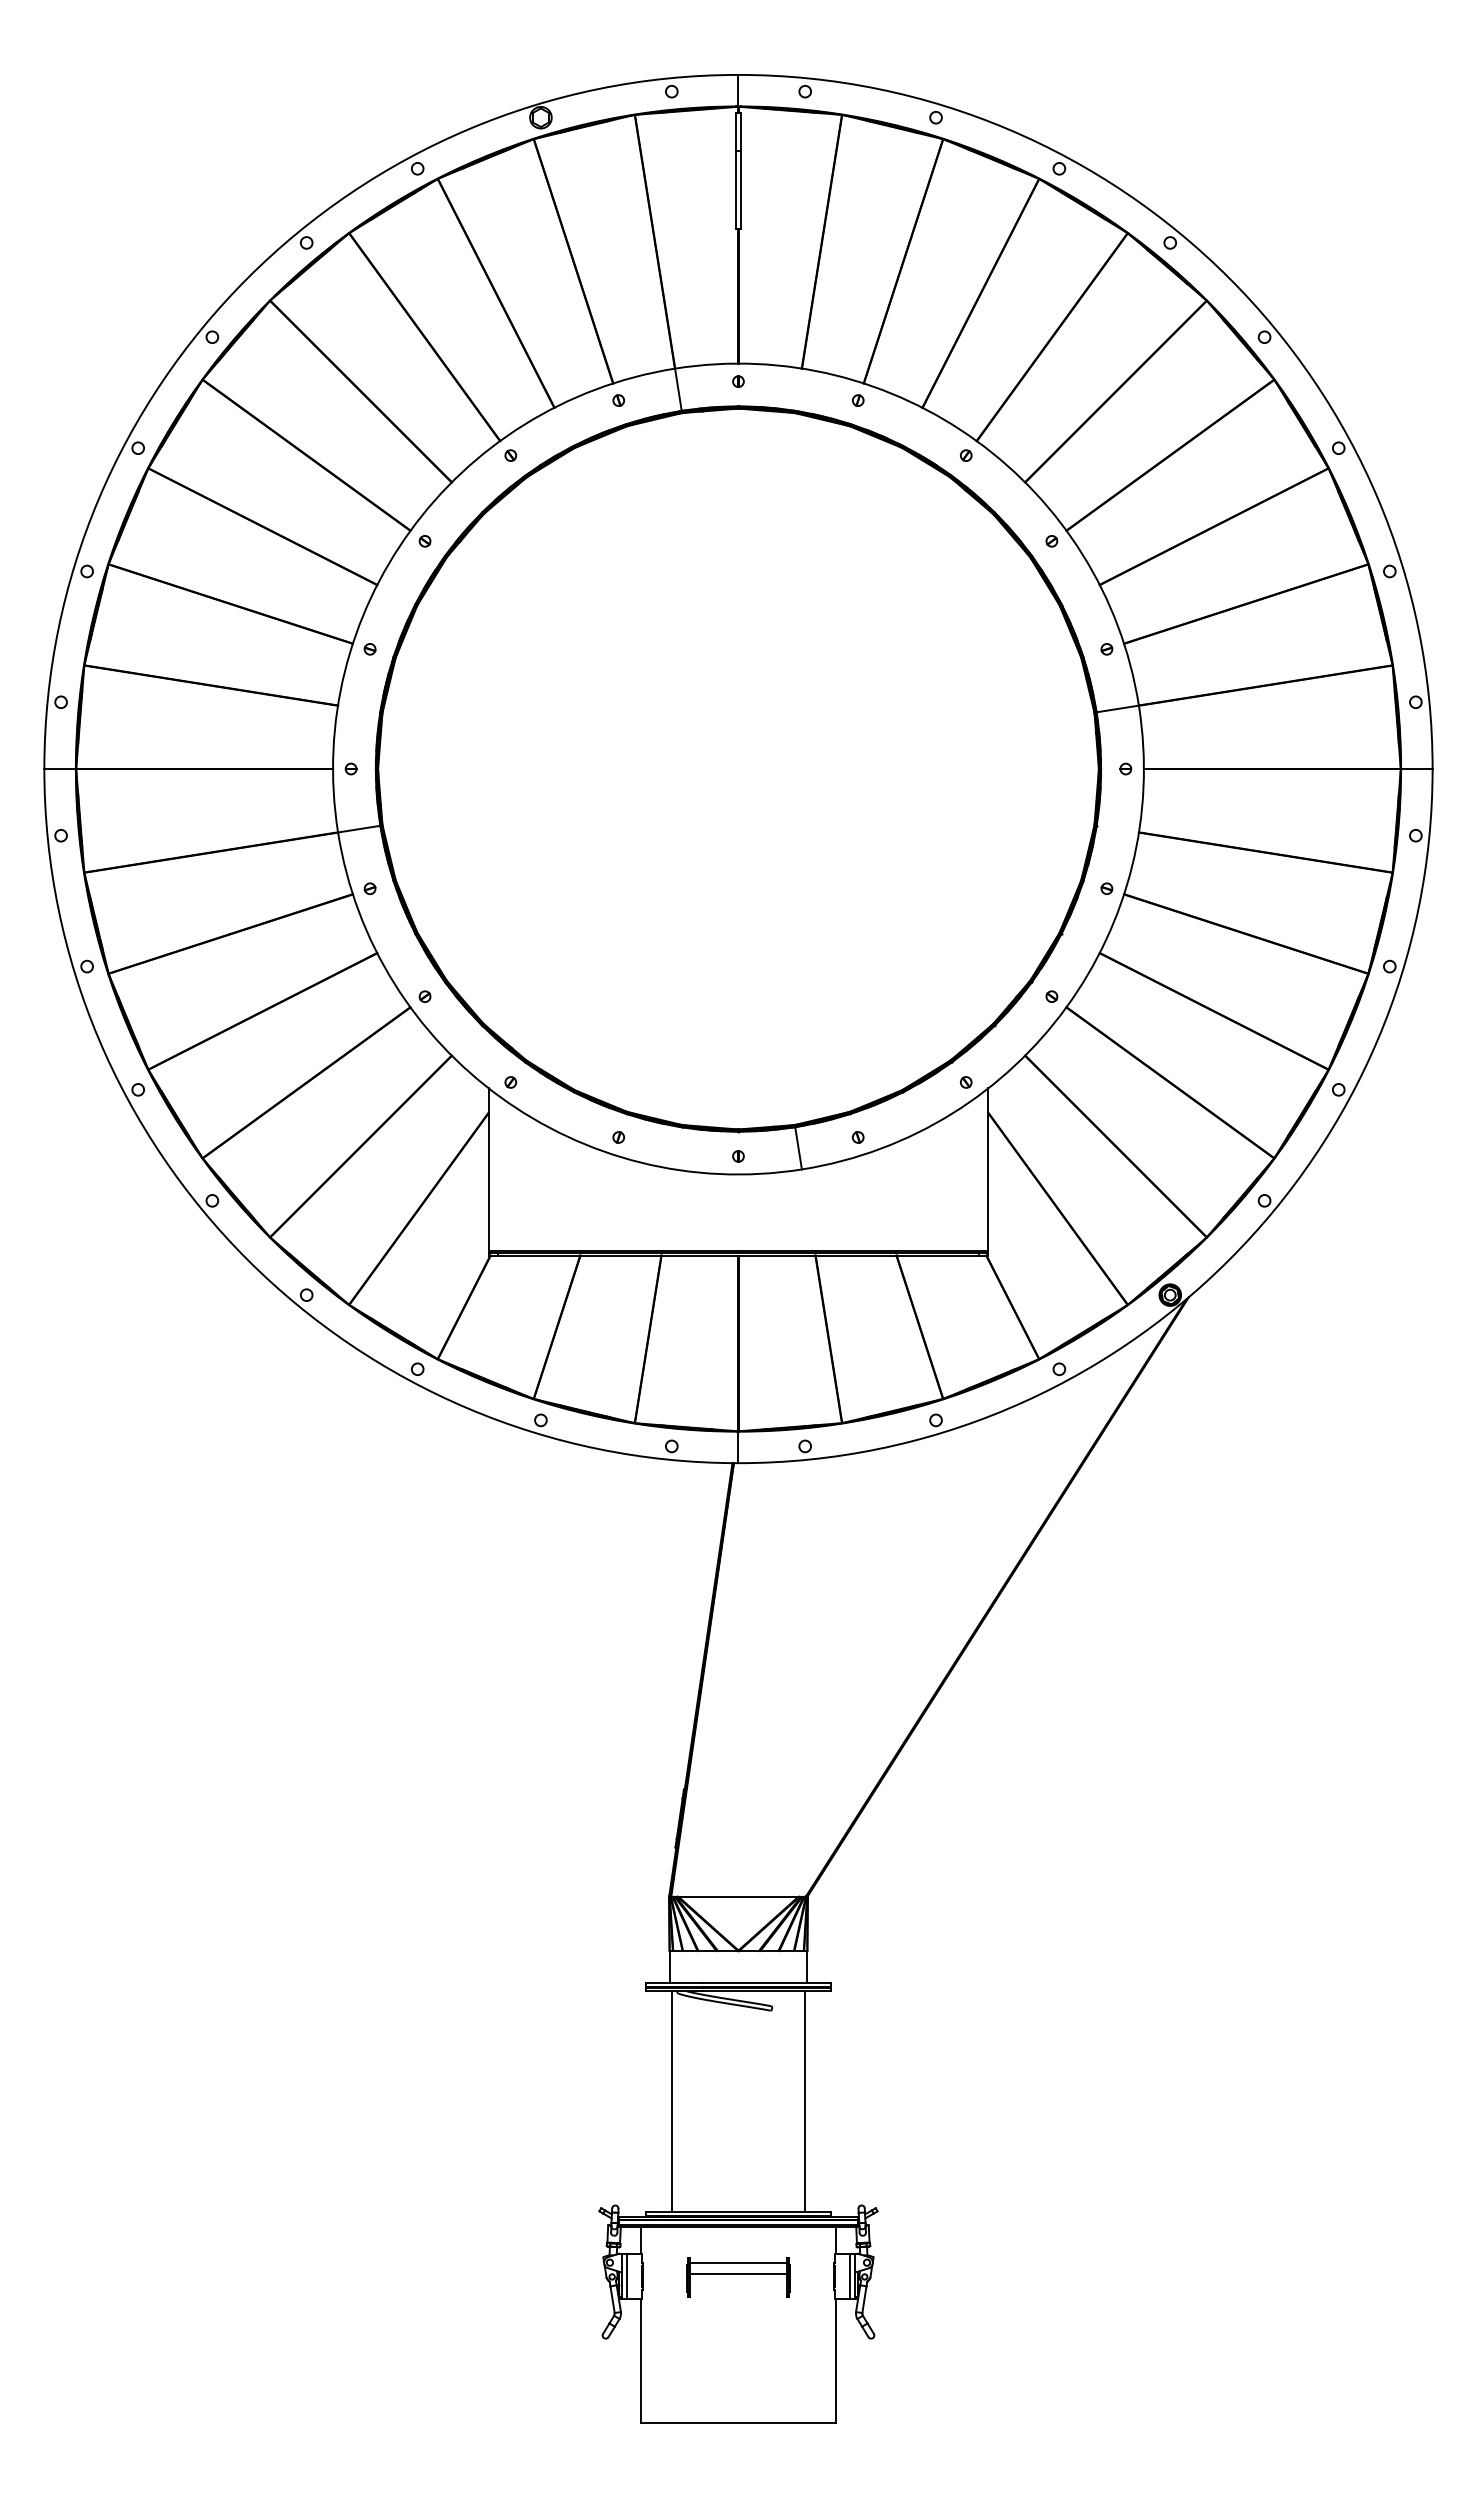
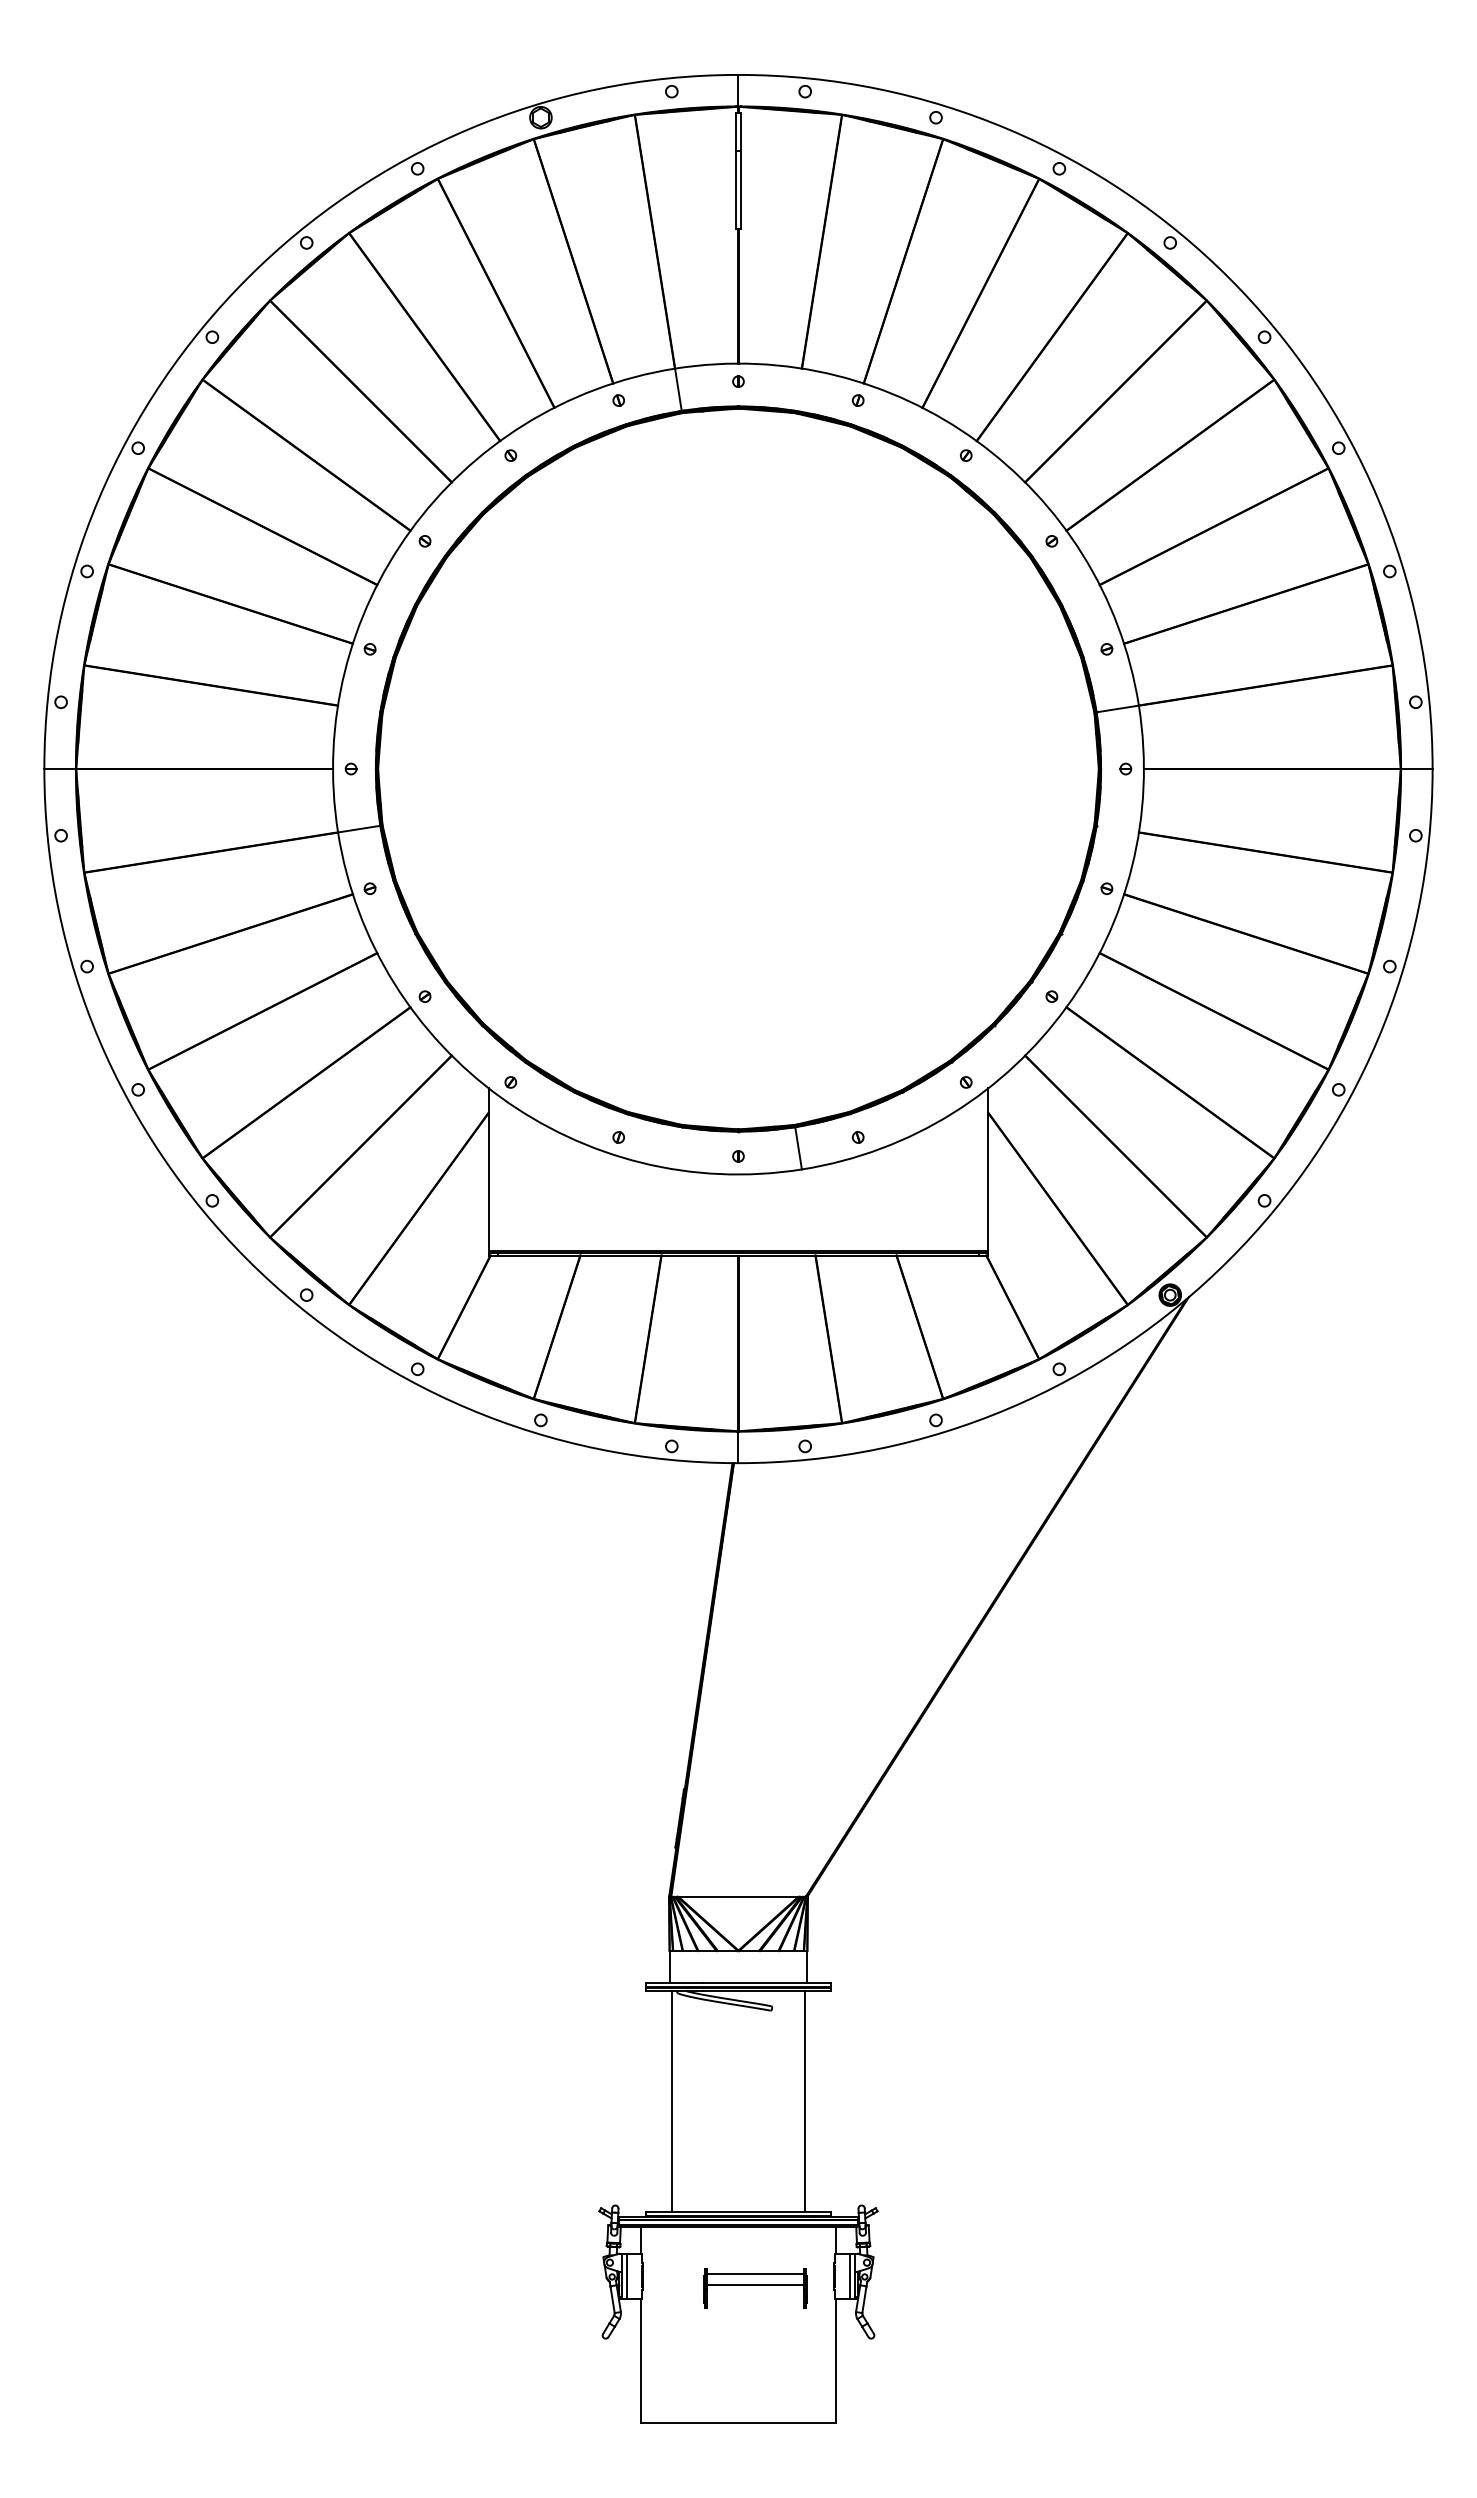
part at (738, 2277) position: (738, 2277) -> (755, 2288)
